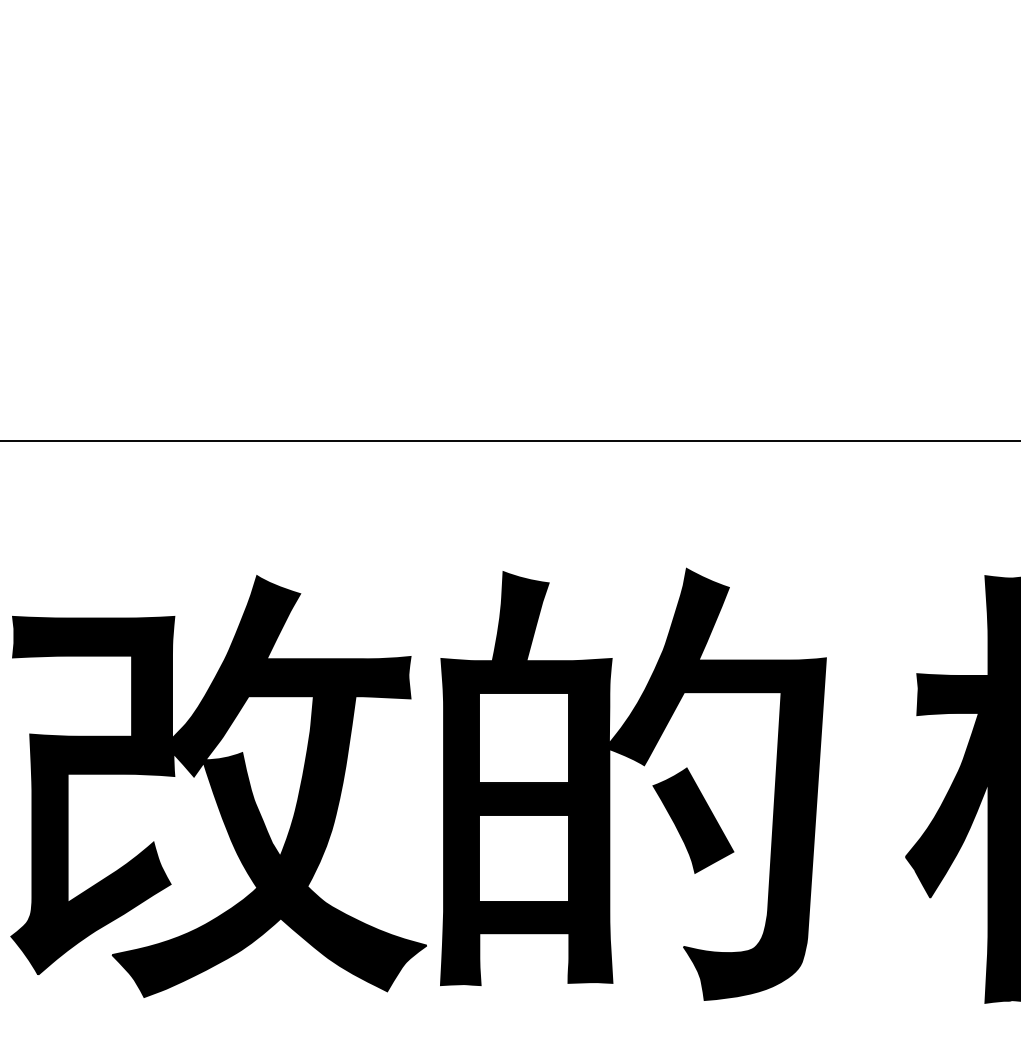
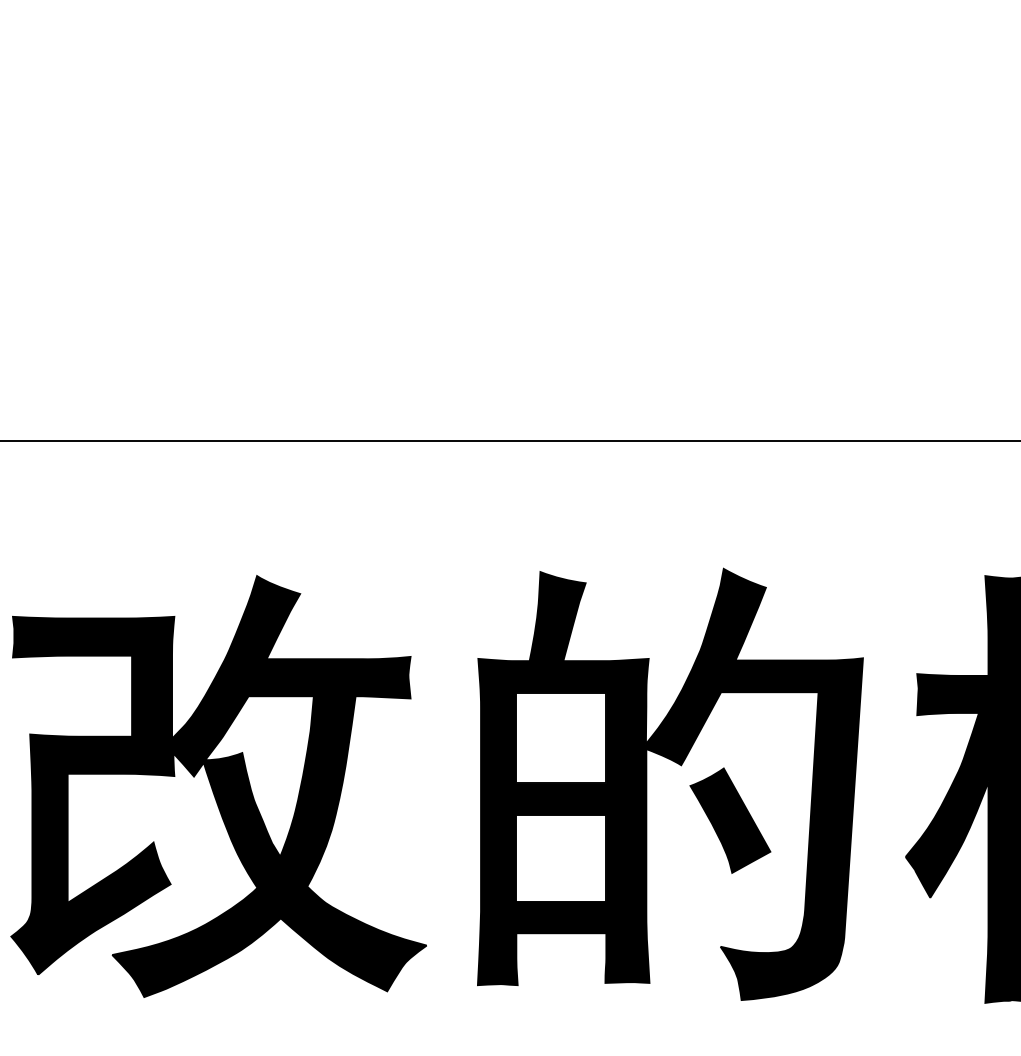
part at (652, 785) position: (652, 785) -> (689, 785)
